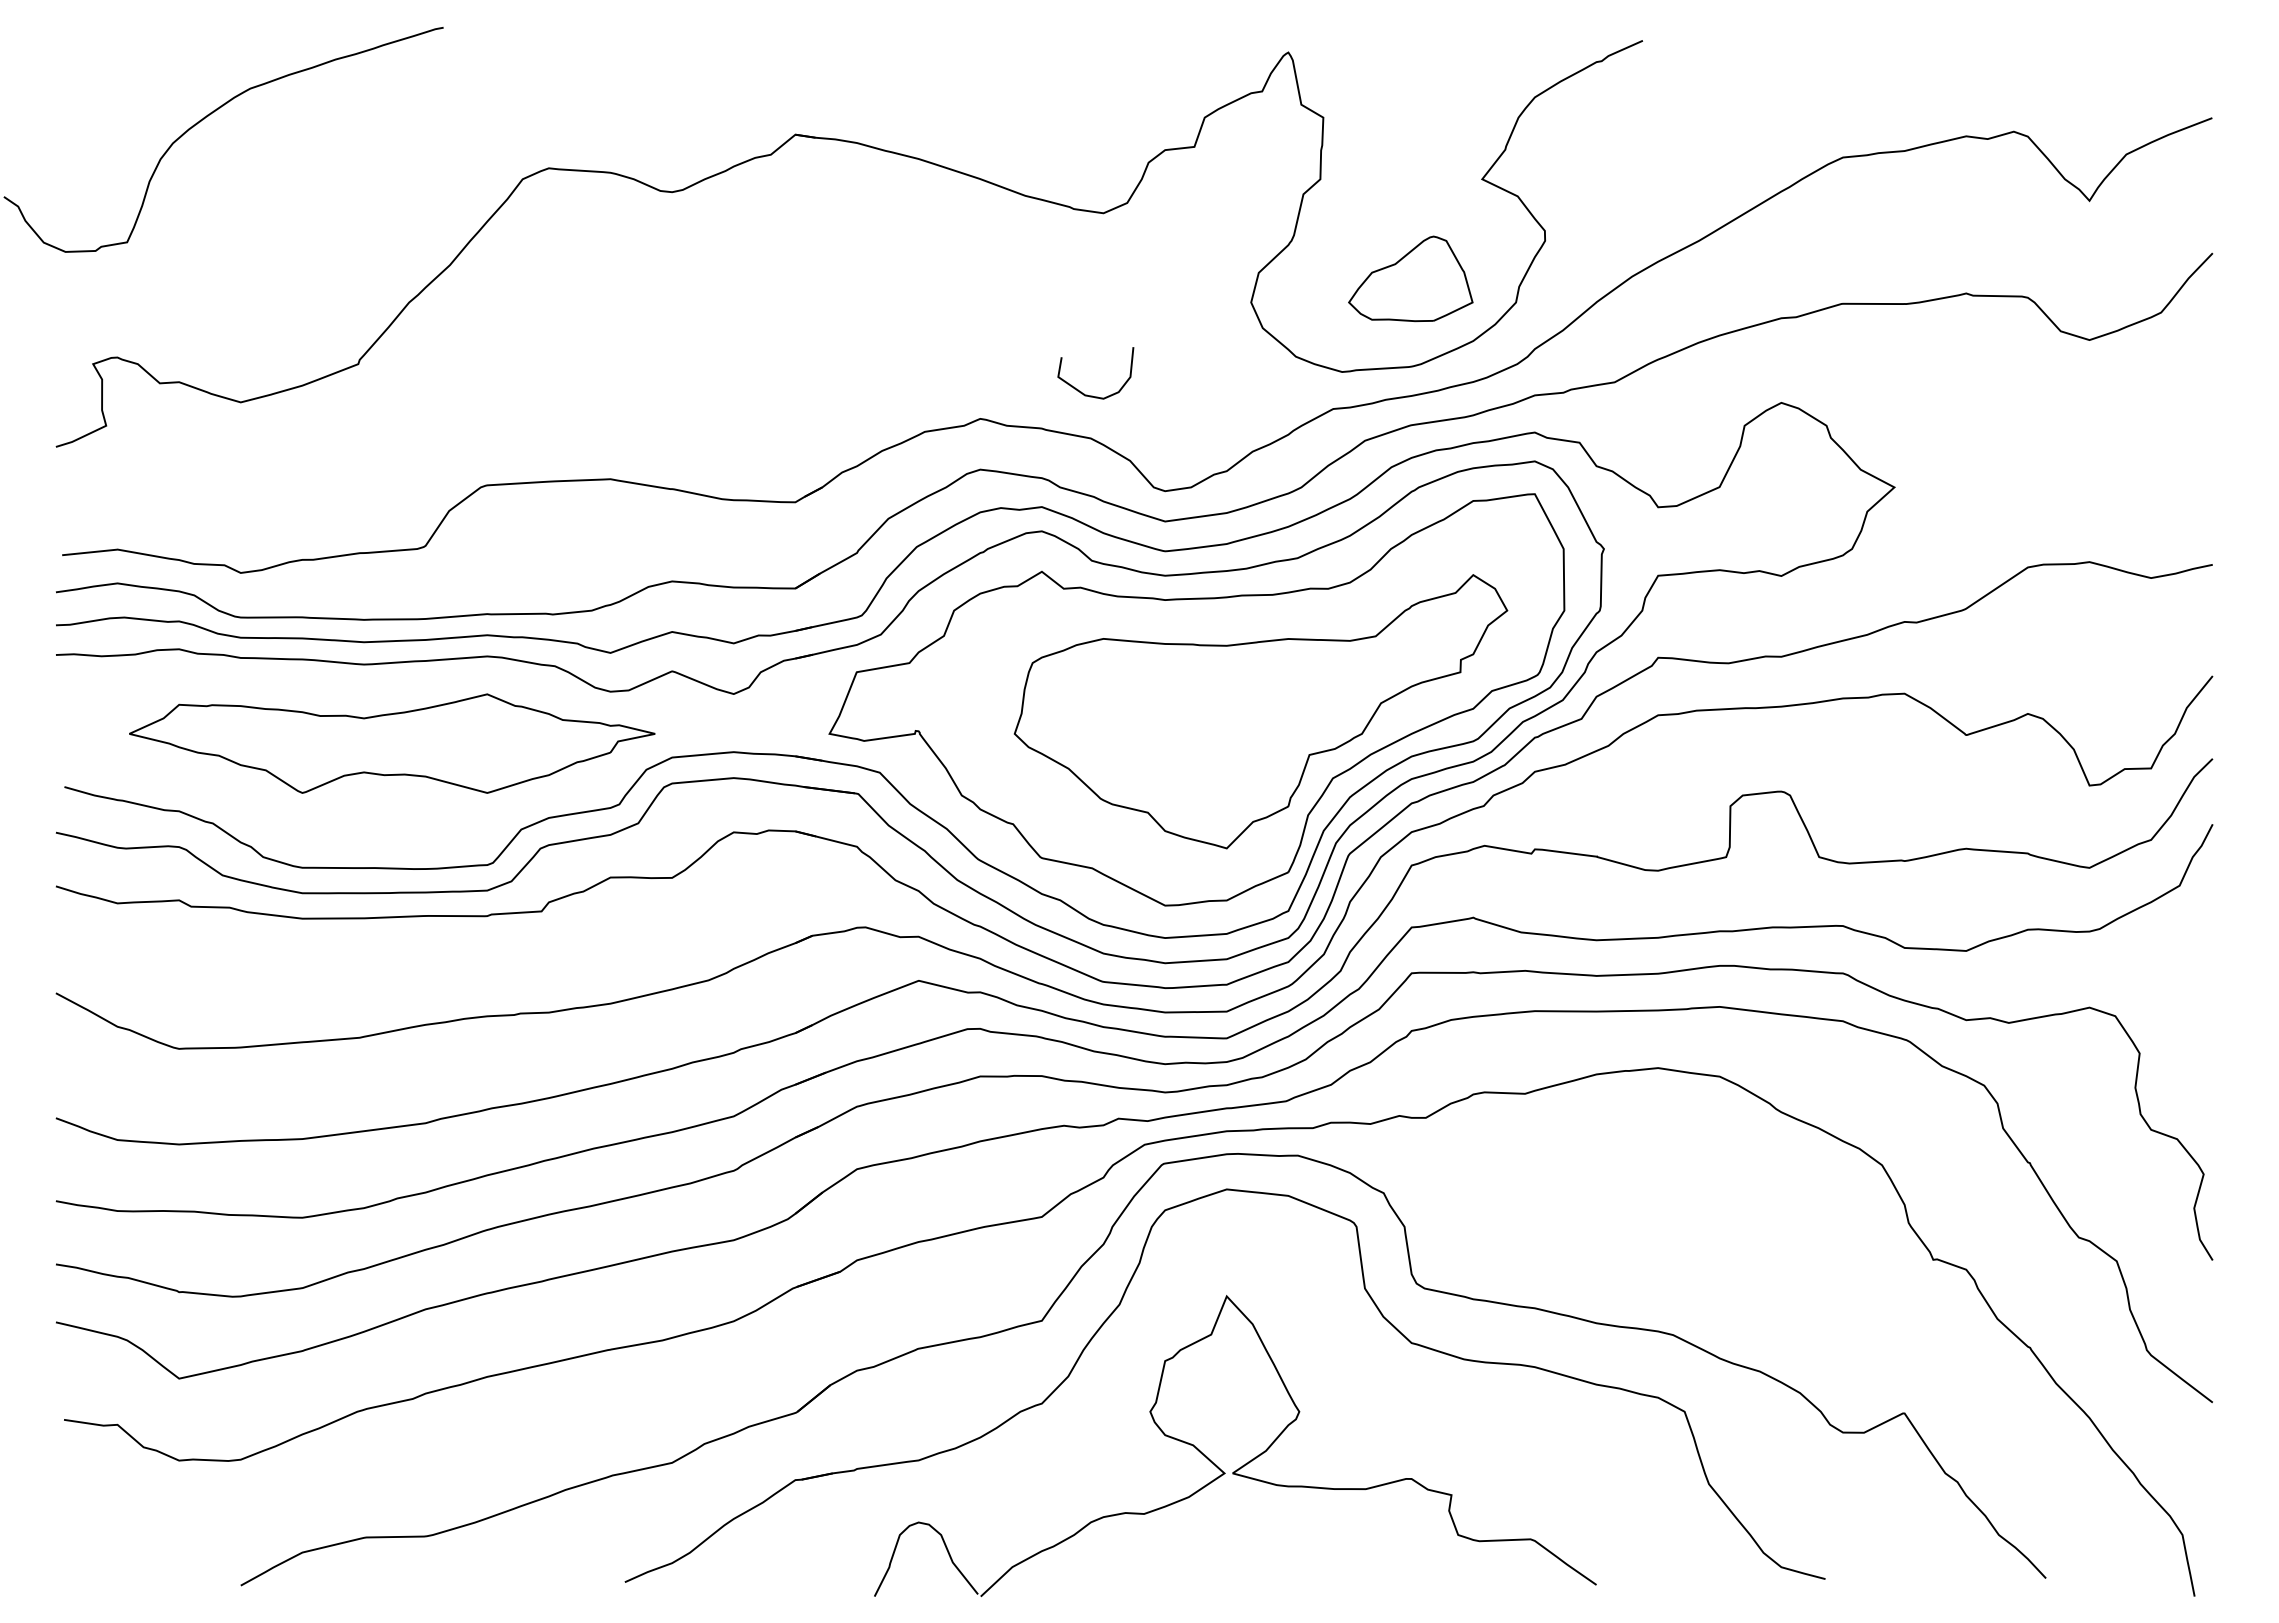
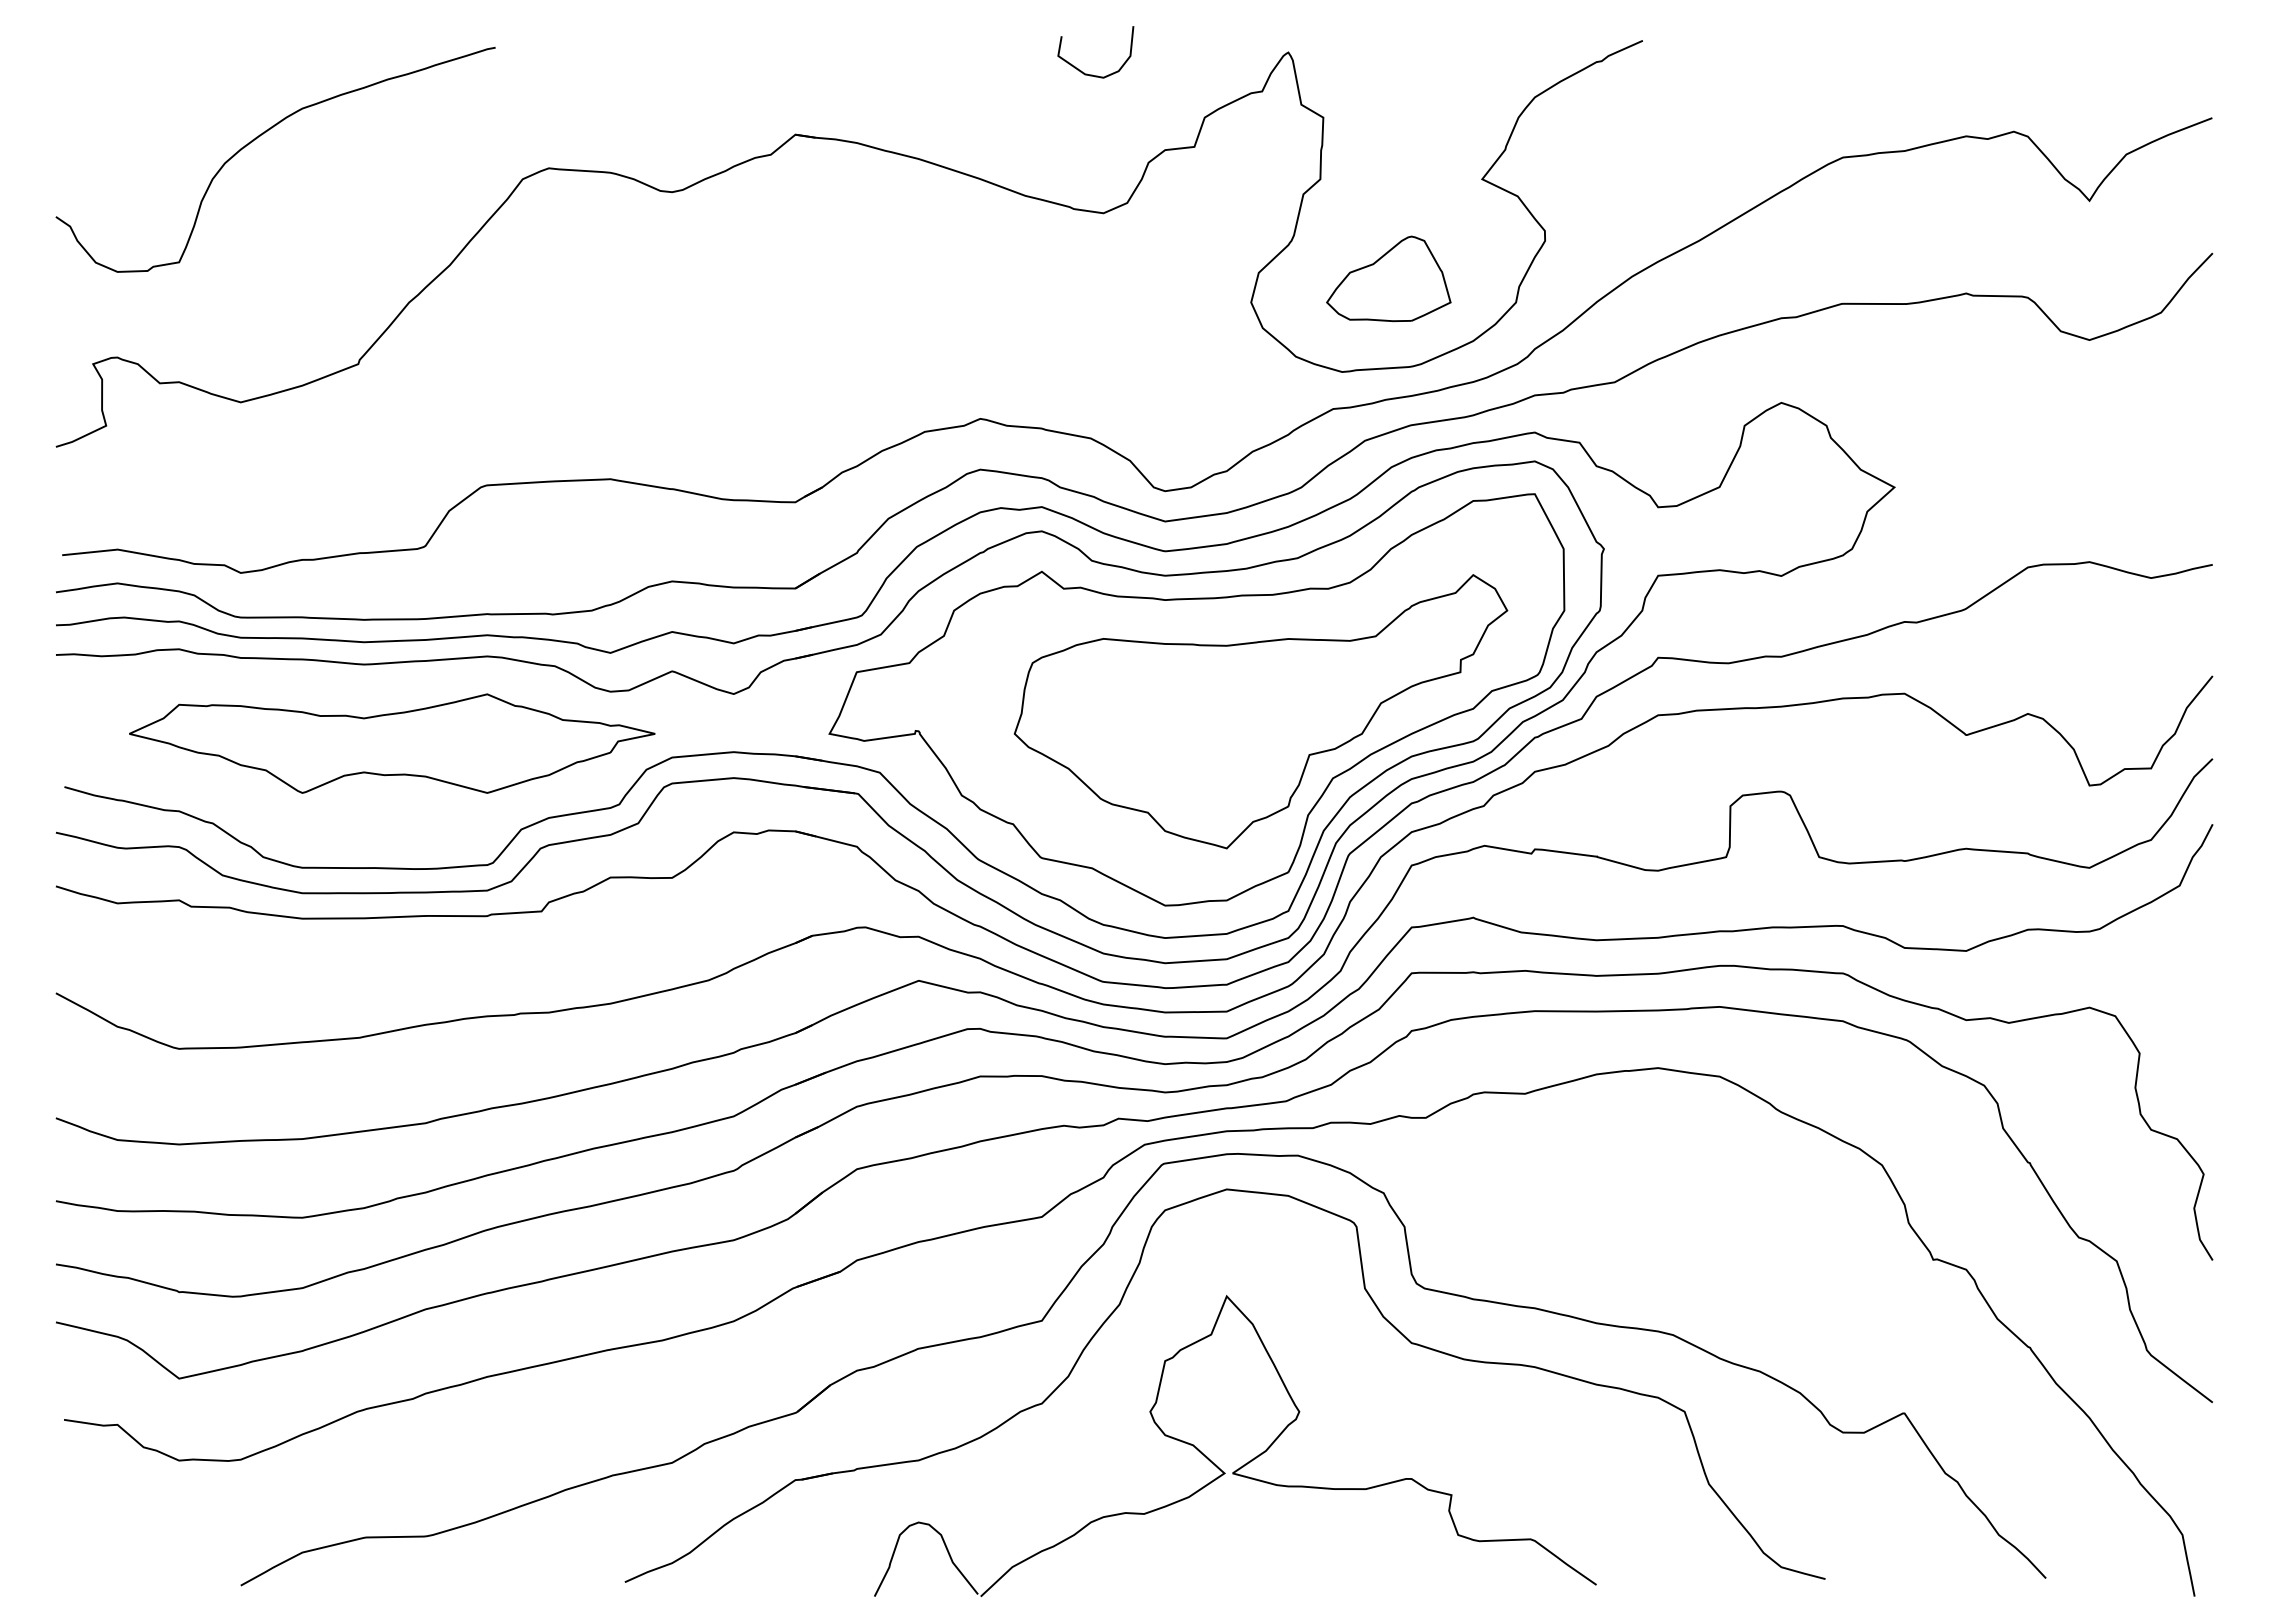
curve at (207, 117) position: (207, 117) -> (259, 137)
part at (1410, 278) position: (1410, 278) -> (1388, 278)
curve at (1092, 395) position: (1092, 395) -> (1092, 74)
